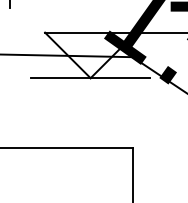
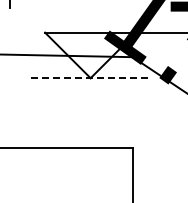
line at (90, 78): solid -> dashed
